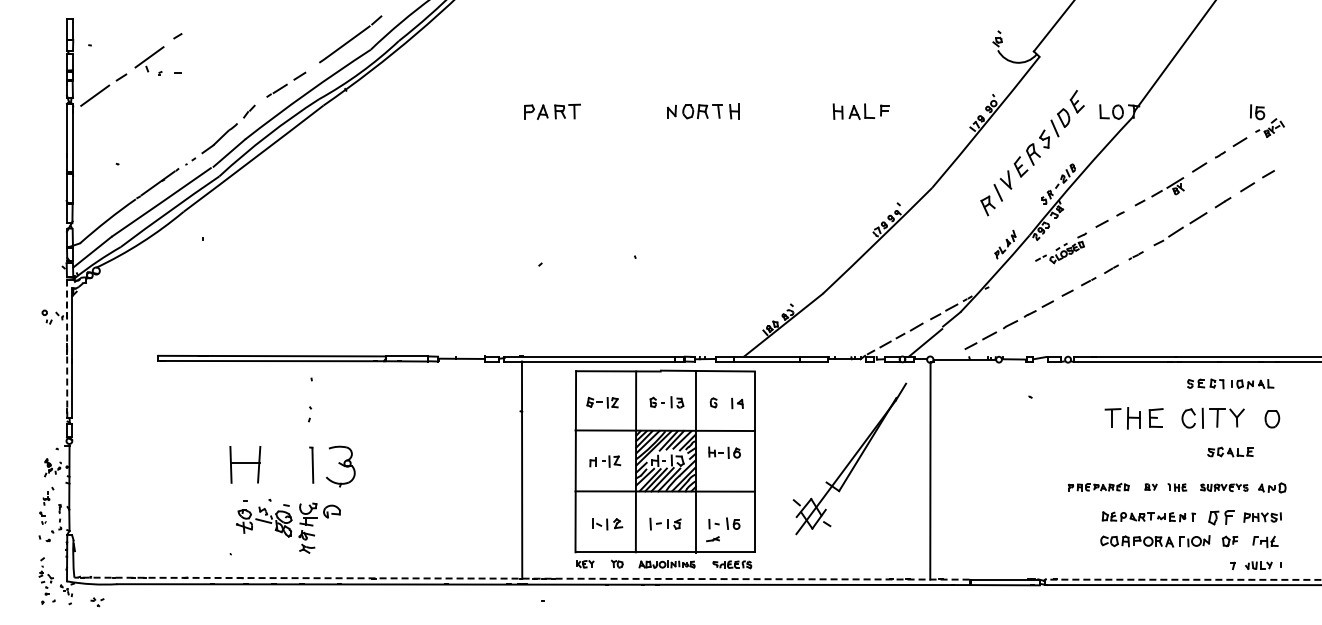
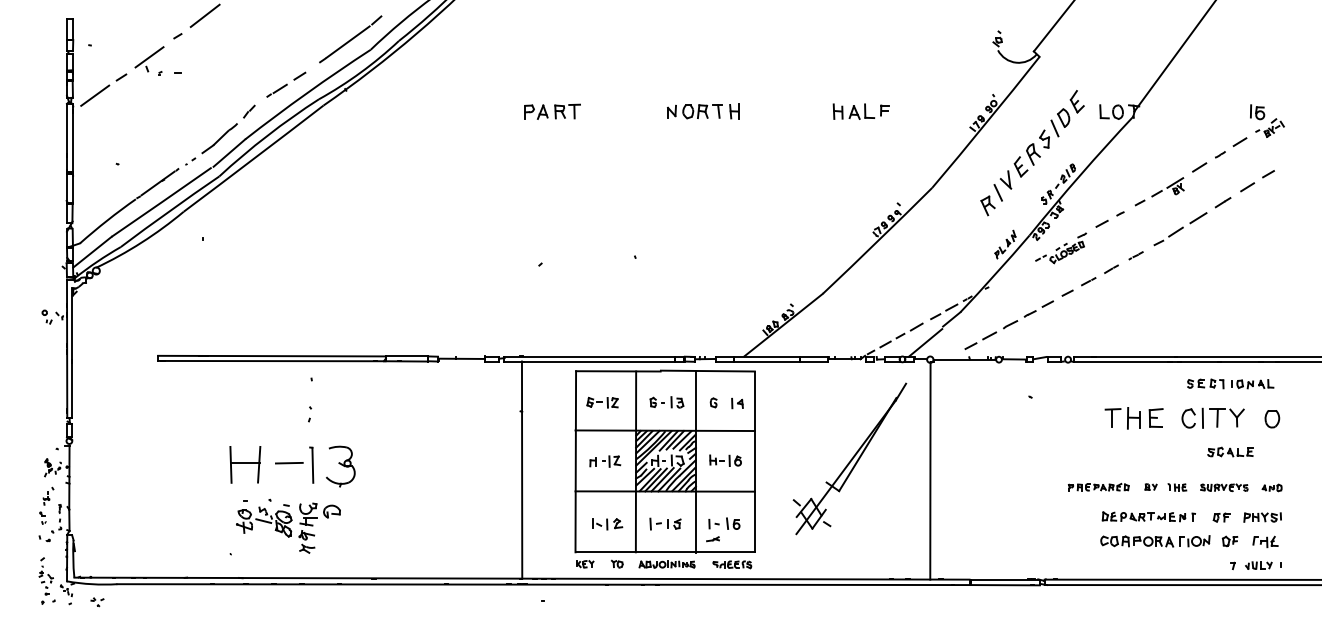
line at (204, 15): none -> present
line at (67, 349): dashed -> solid
part at (724, 452) position: (724, 452) -> (725, 460)
line at (289, 463): none -> present
part at (1272, 487) size: 29x12 px -> 22x10 px
part at (1221, 517) size: 27x16 px -> 19x11 px
line at (521, 578): dashed -> solid
line at (1182, 579): dashed -> solid
